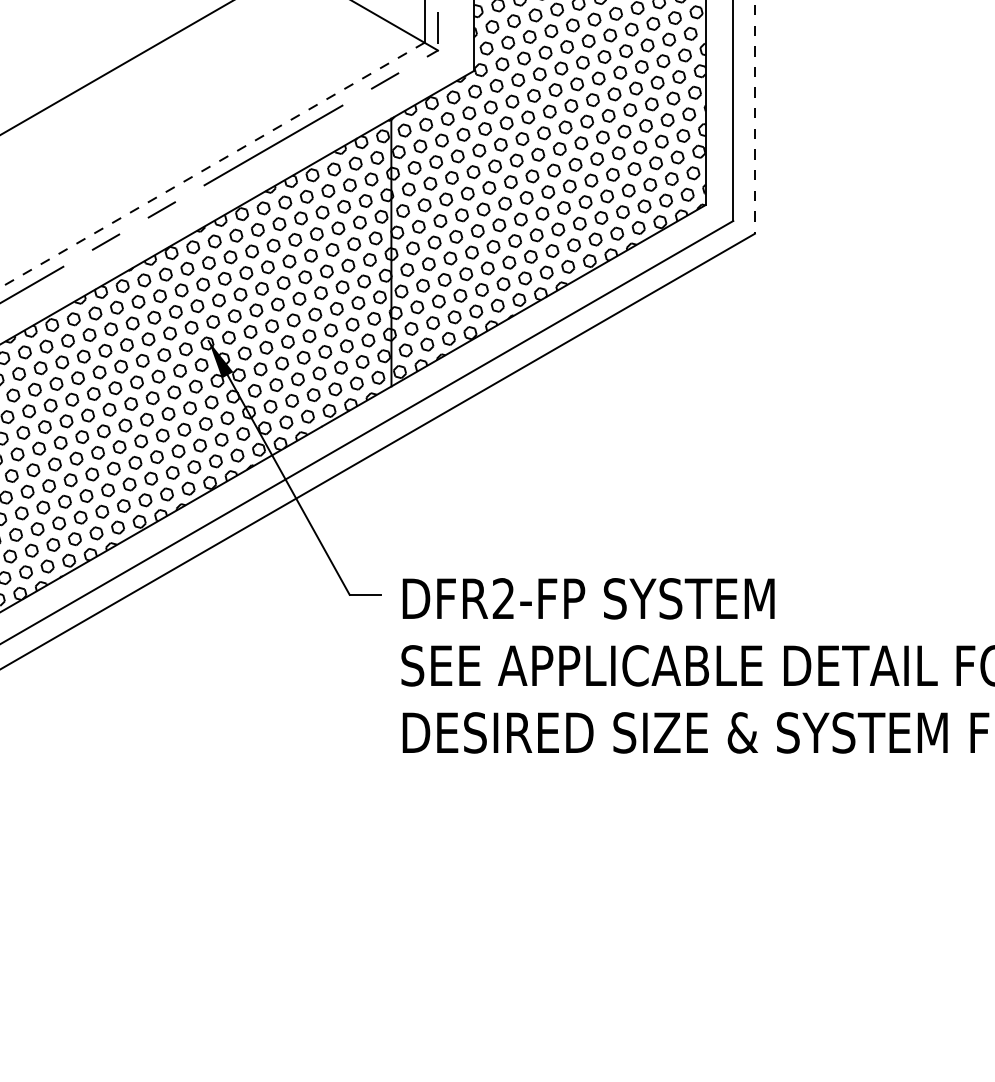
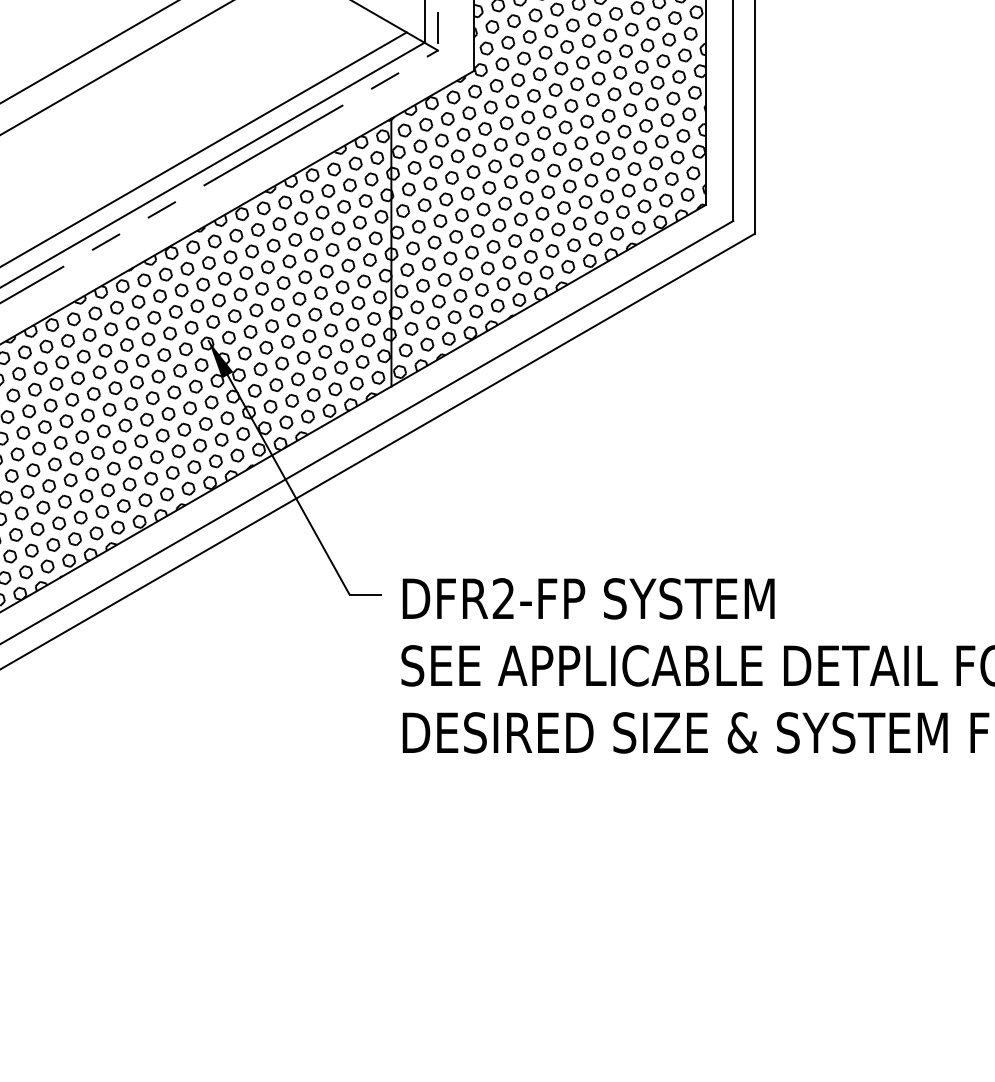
line at (88, 52): none -> present
line at (754, 116): dashed -> solid
line at (204, 149): none -> present
line at (212, 165): dashed -> solid
